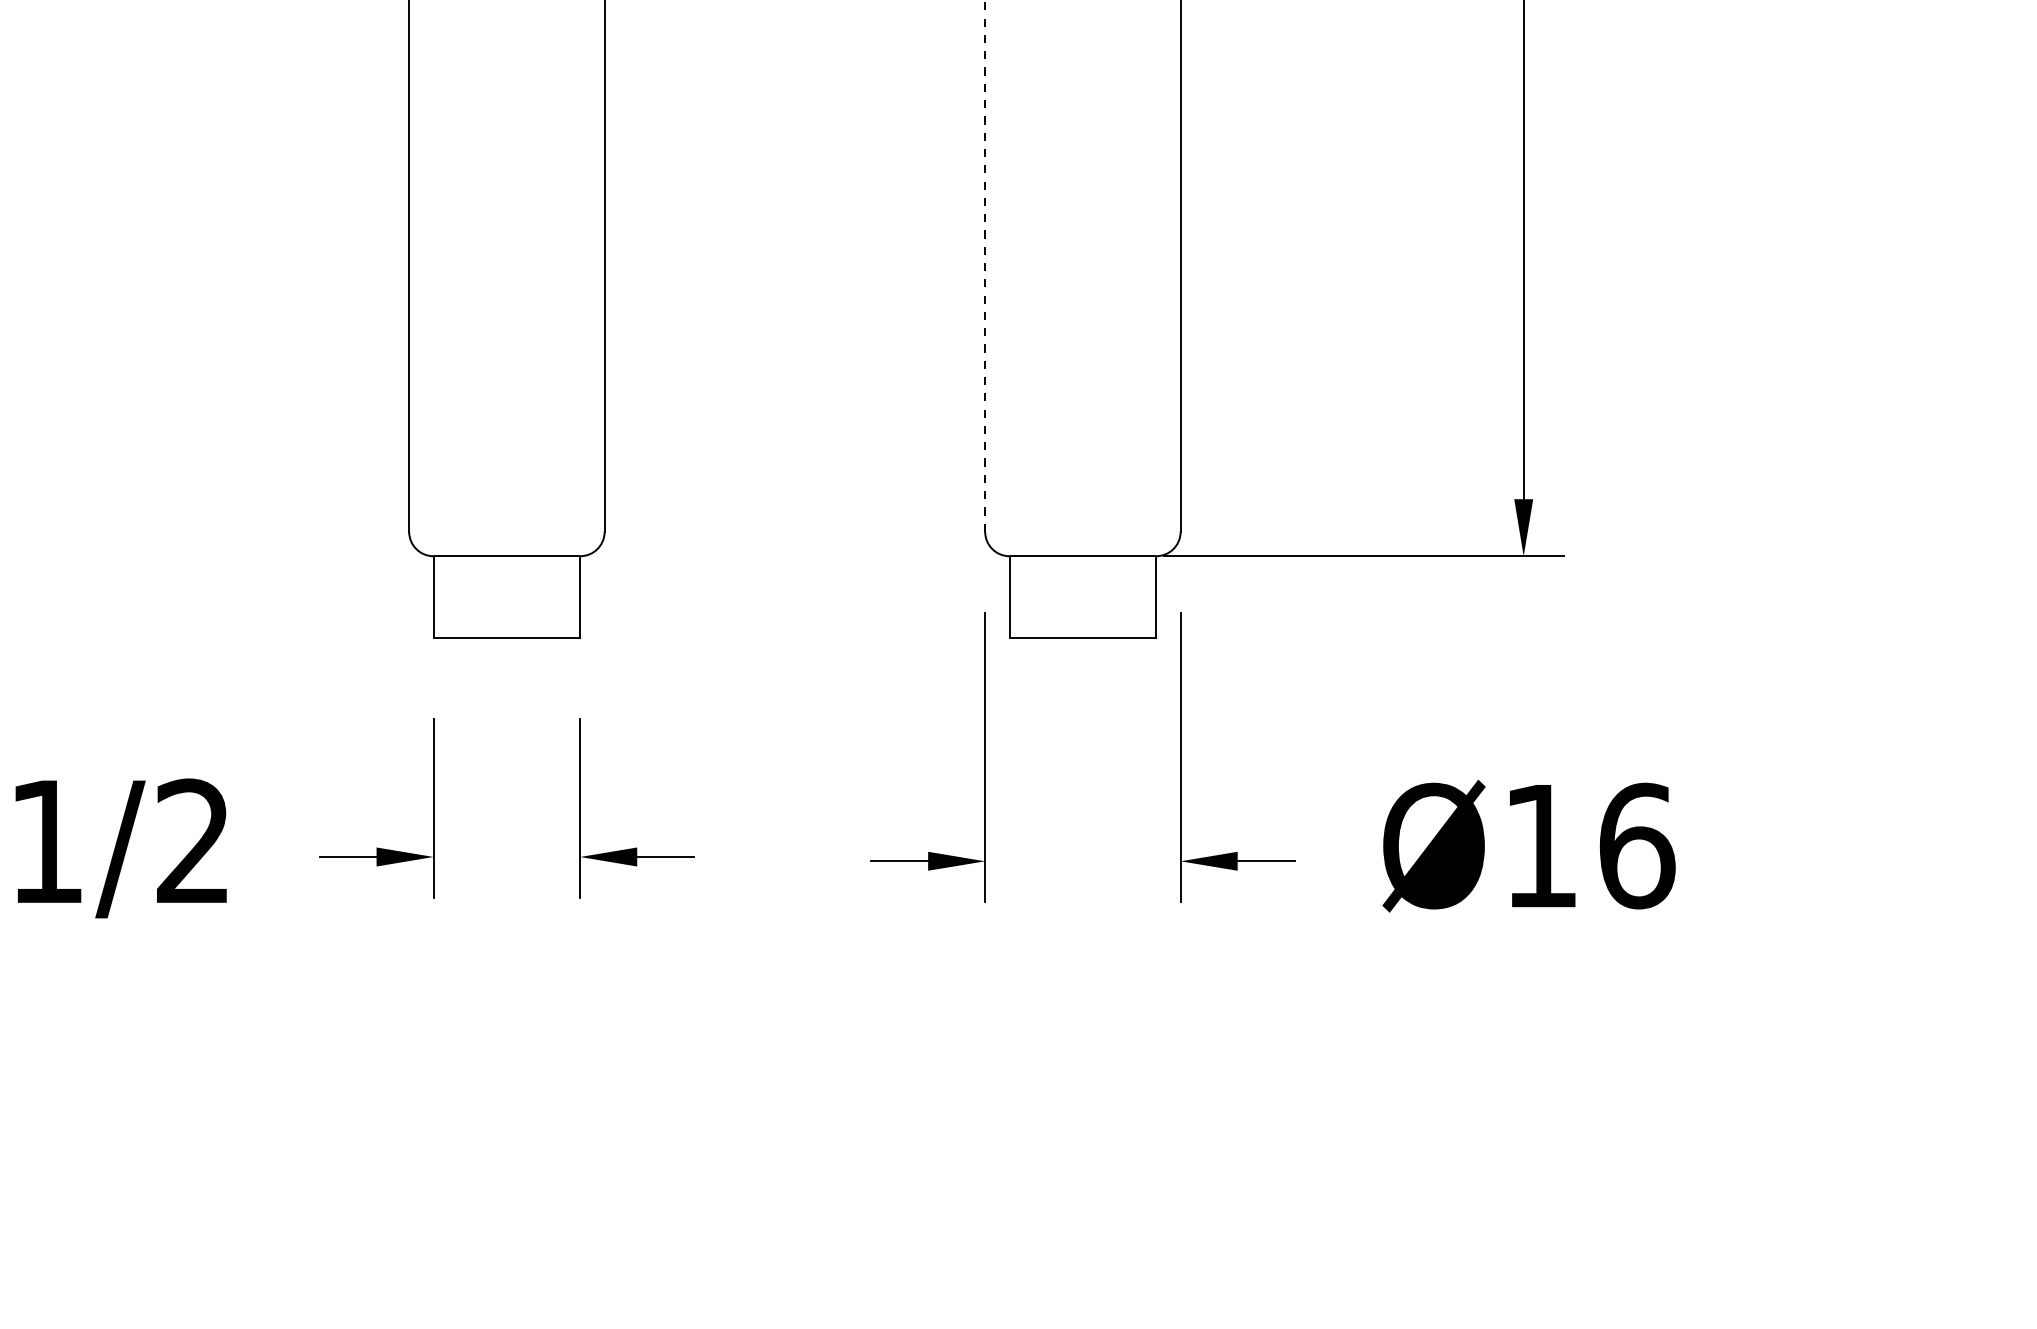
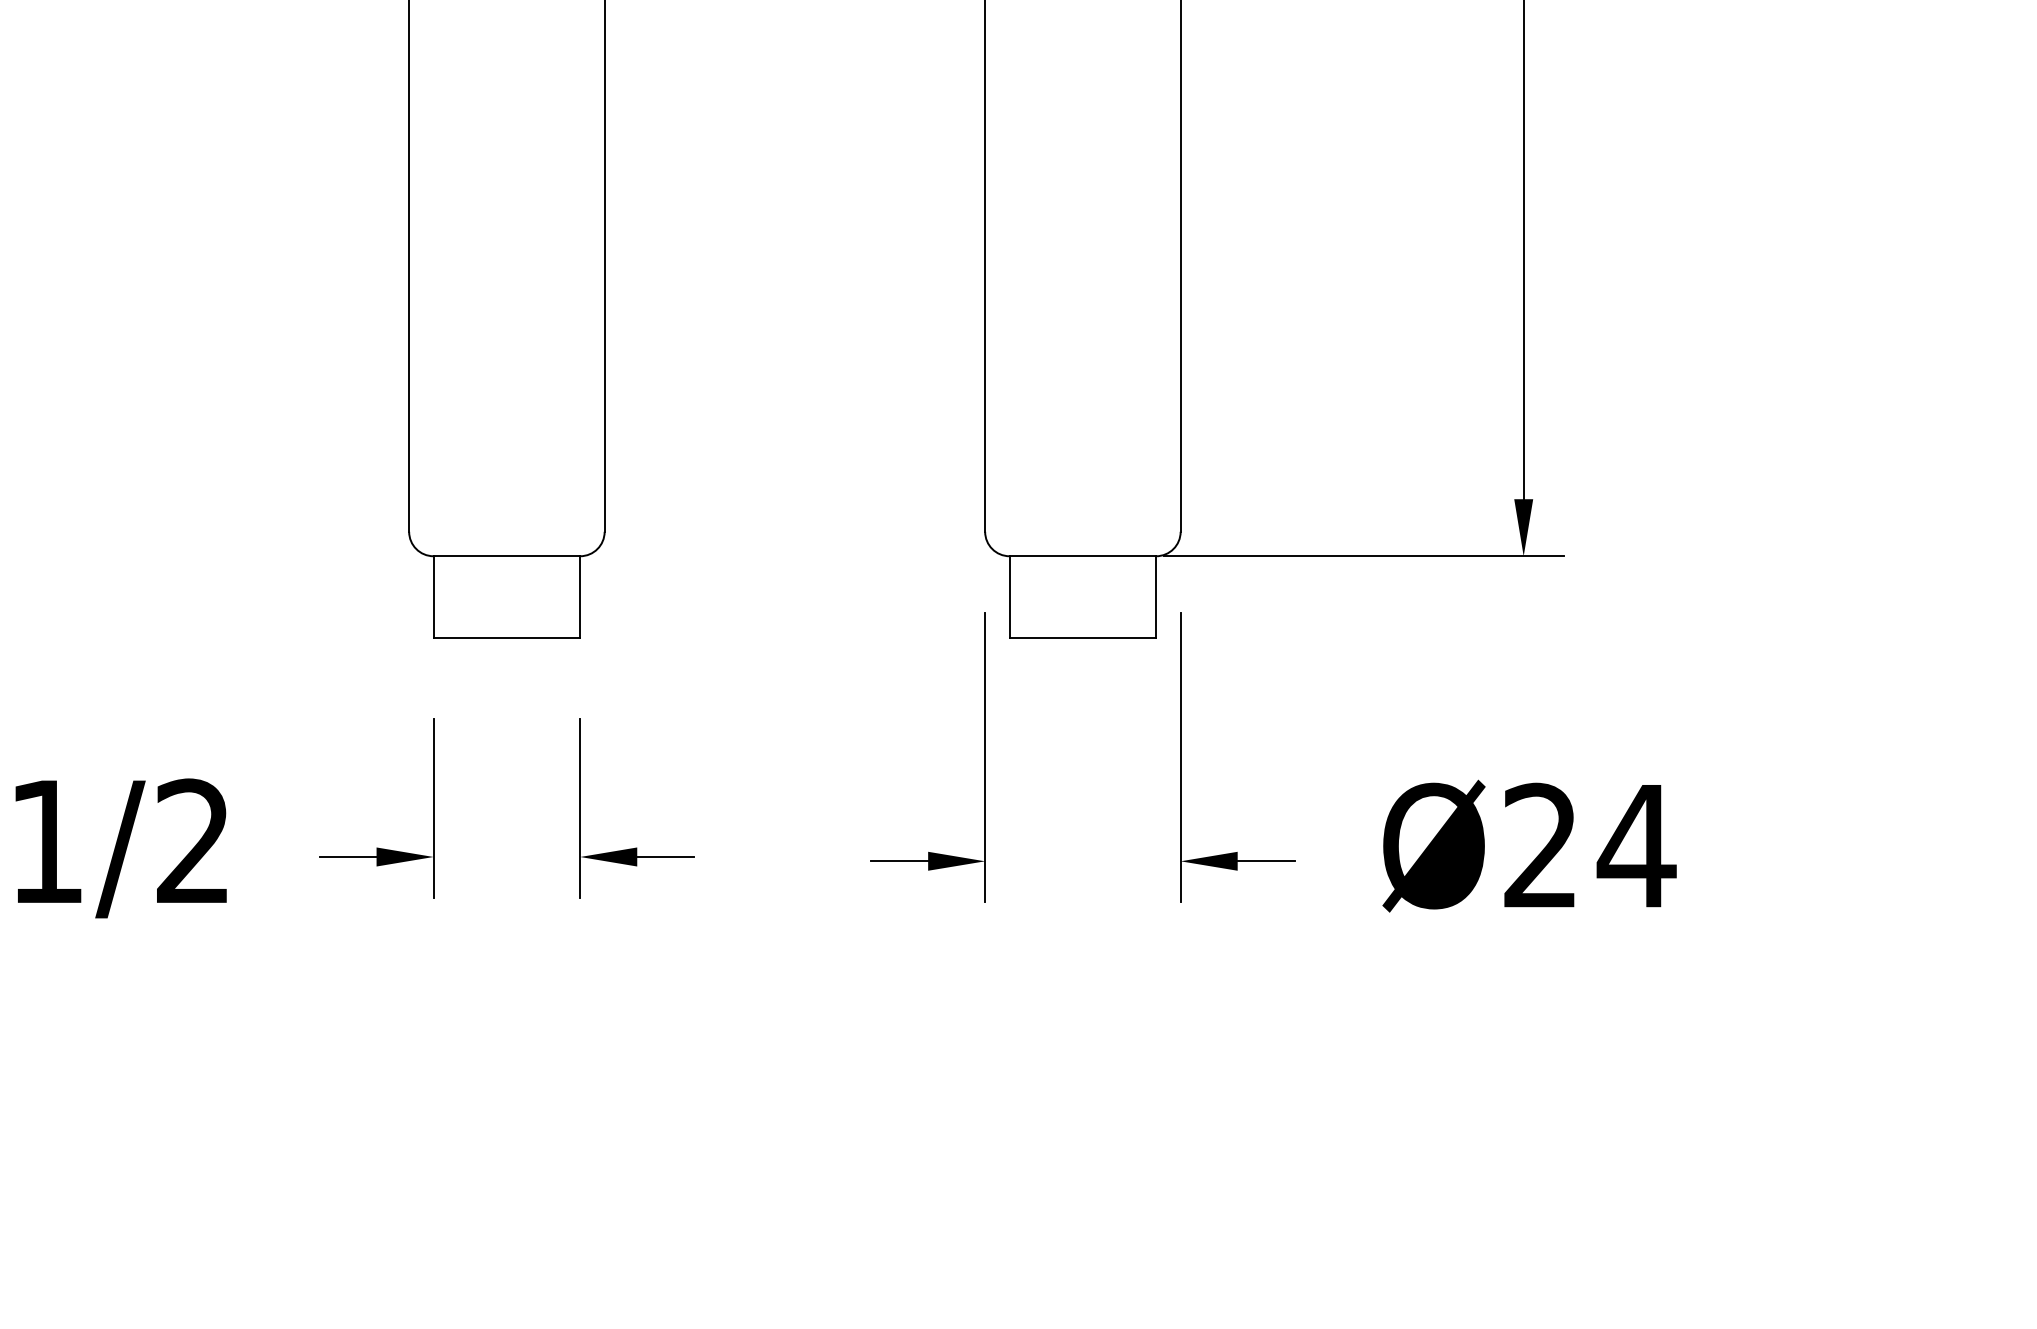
line at (985, 265): dashed -> solid
text at (1590, 845): Ø16 -> Ø24
